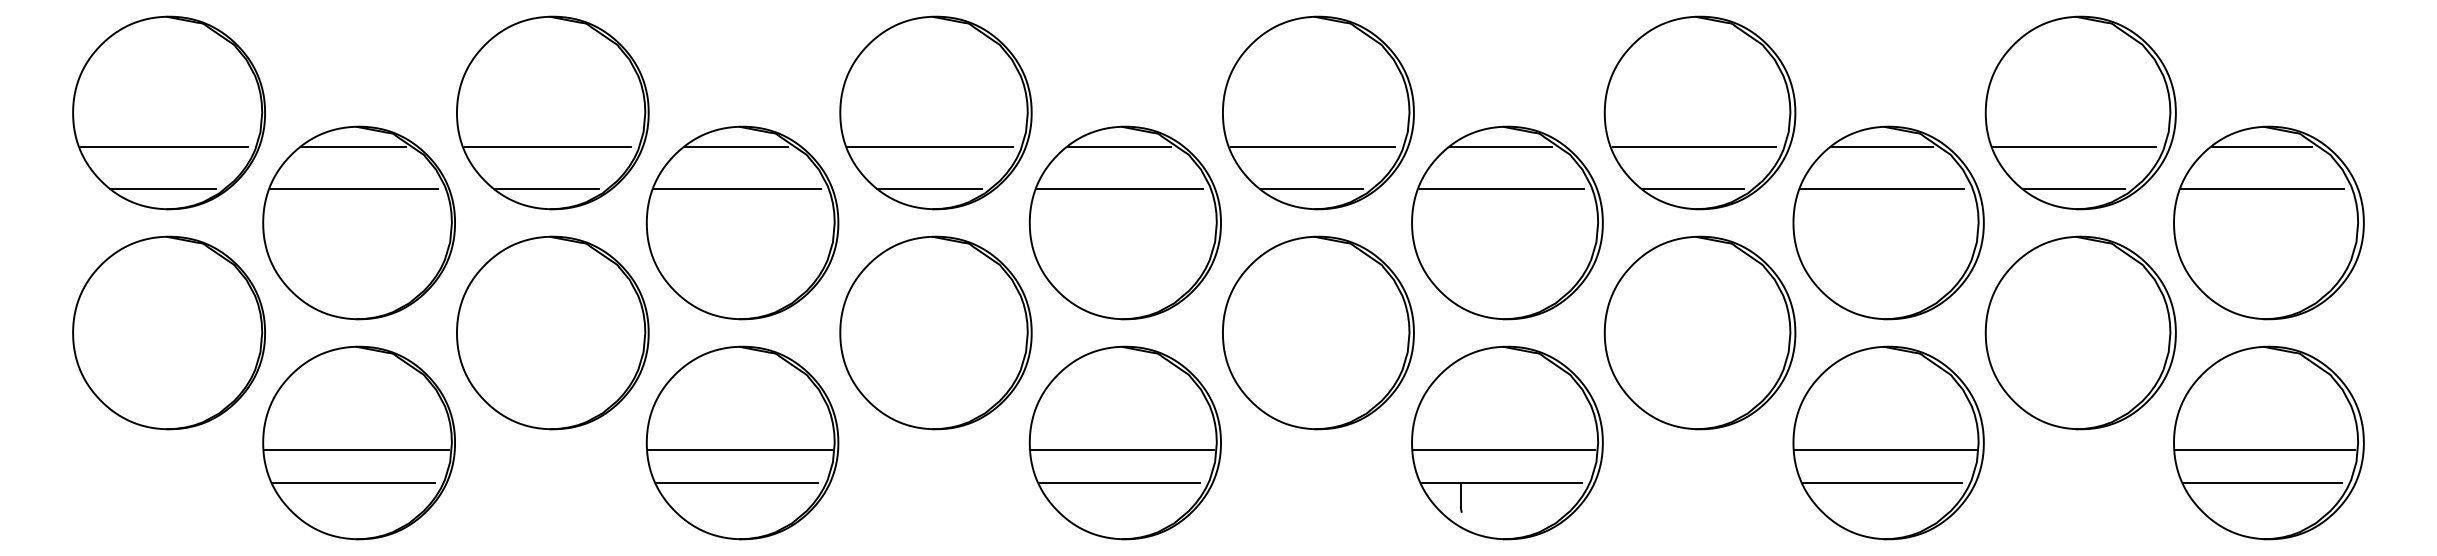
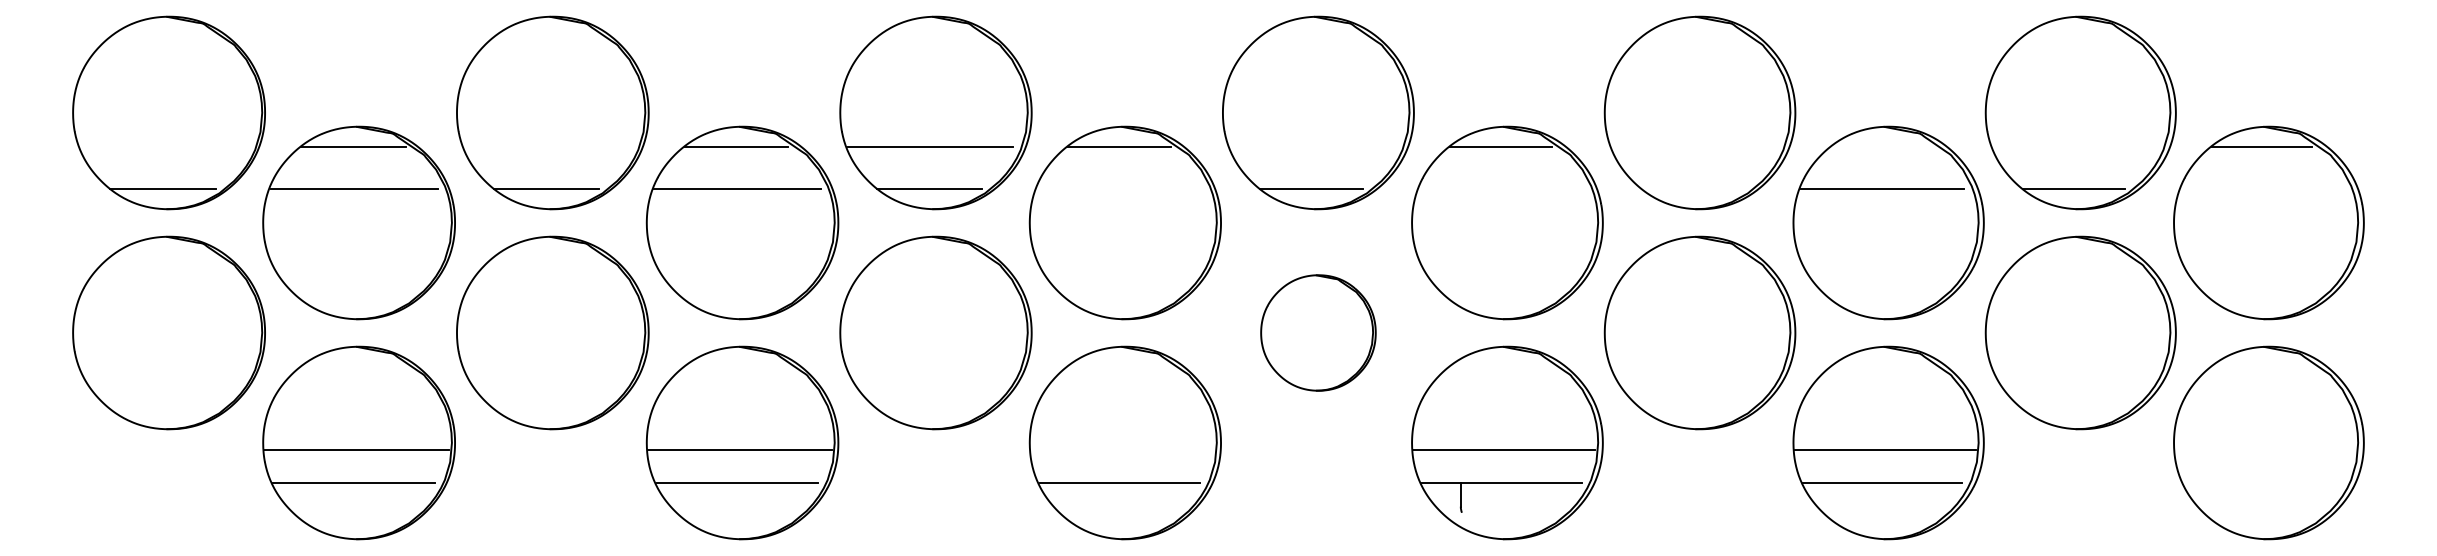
line at (164, 147): present -> none
line at (547, 147): present -> none
line at (1312, 147): present -> none
line at (1694, 147): present -> none
line at (1881, 147): present -> none
line at (2074, 147): present -> none
line at (1119, 188): present -> none
line at (1501, 188): present -> none
line at (1692, 188): present -> none
line at (2262, 188): present -> none
part at (1318, 332) size: 193x196 px -> 117x118 px
line at (1121, 449): present -> none
line at (2265, 449): present -> none
line at (2262, 482): present -> none
